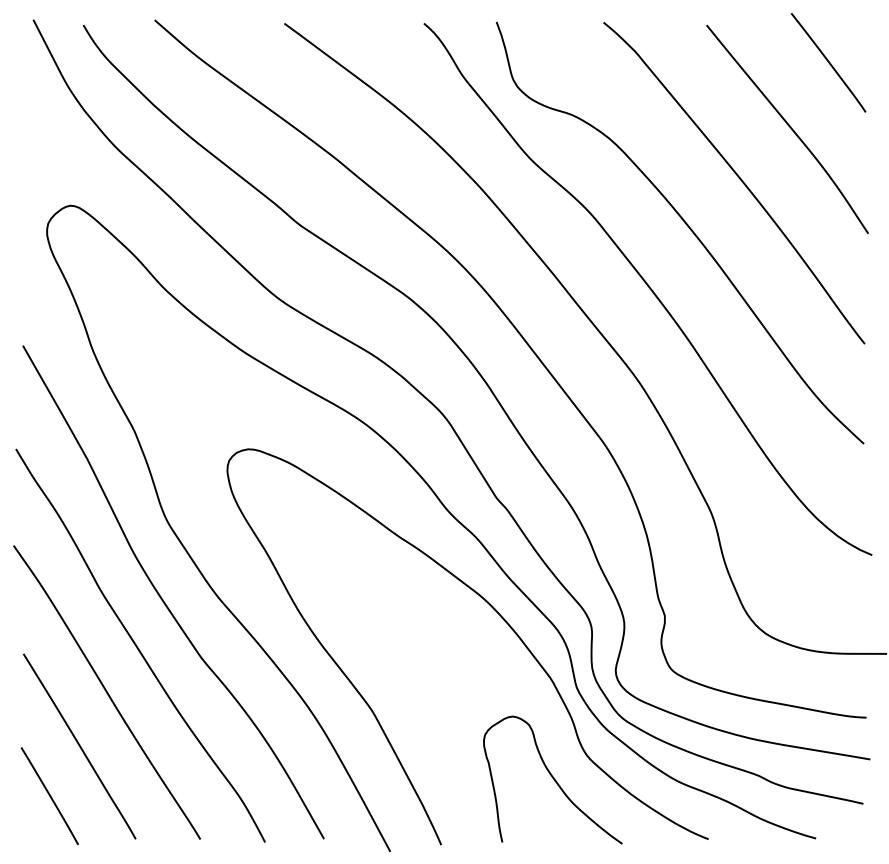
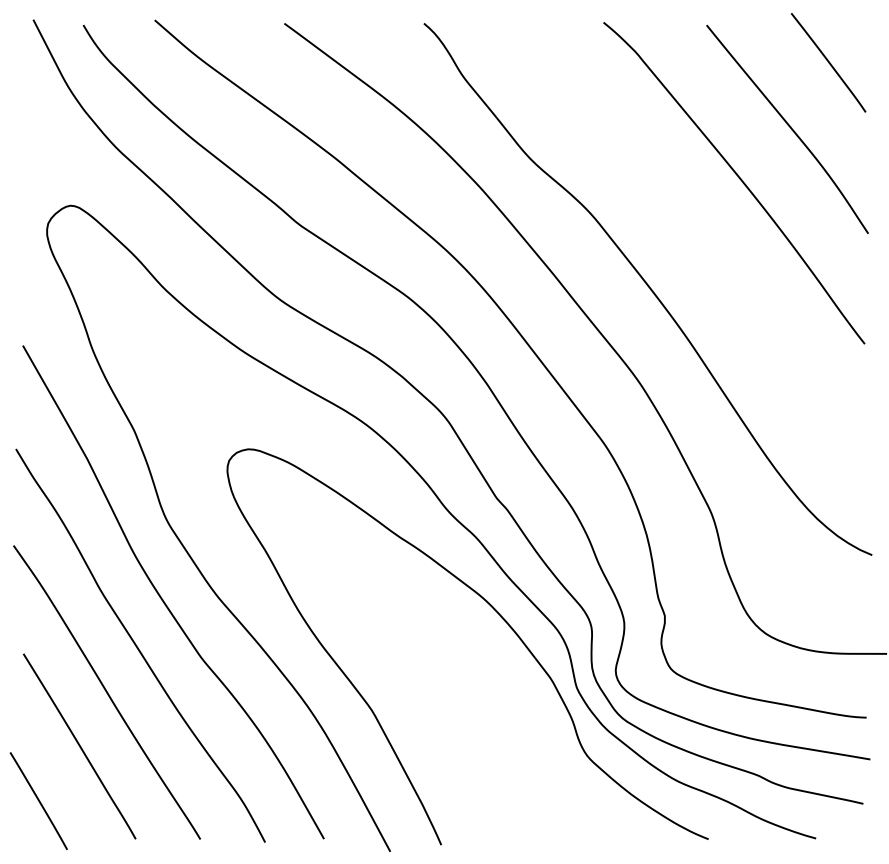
curve at (688, 228): present -> none
curve at (552, 778): present -> none
line at (49, 795) position: (49, 795) -> (38, 800)
